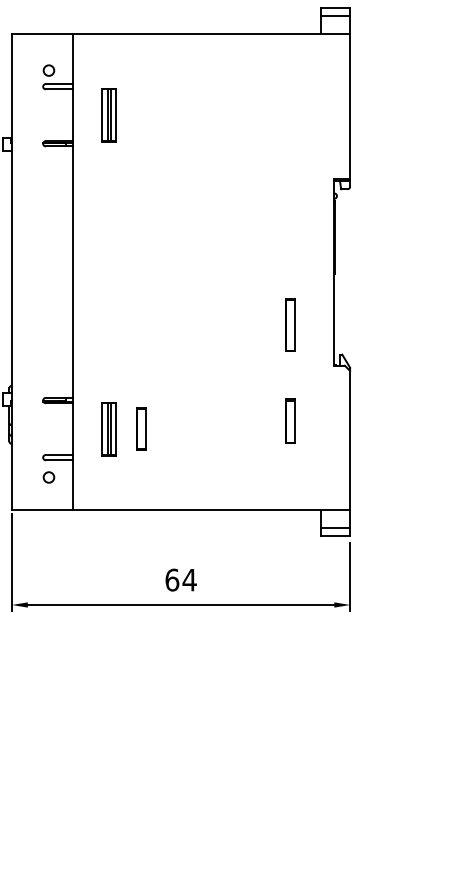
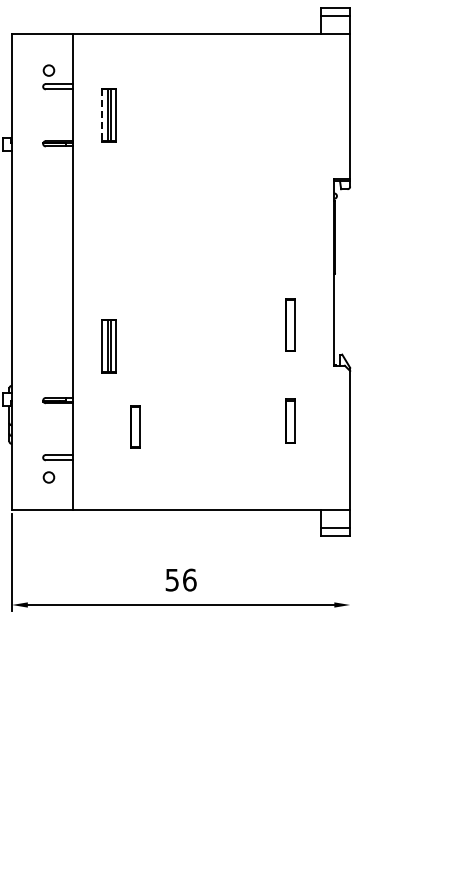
line at (102, 115): solid -> dashed
part at (141, 428) position: (141, 428) -> (135, 426)
part at (108, 429) position: (108, 429) -> (108, 346)
line at (350, 576): present -> none
text at (180, 579): 64 -> 56
